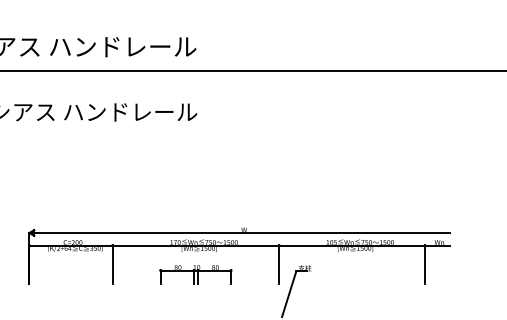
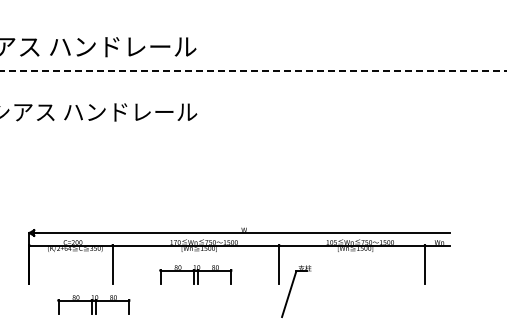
line at (253, 71): solid -> dashed
part at (93, 304): none -> present
